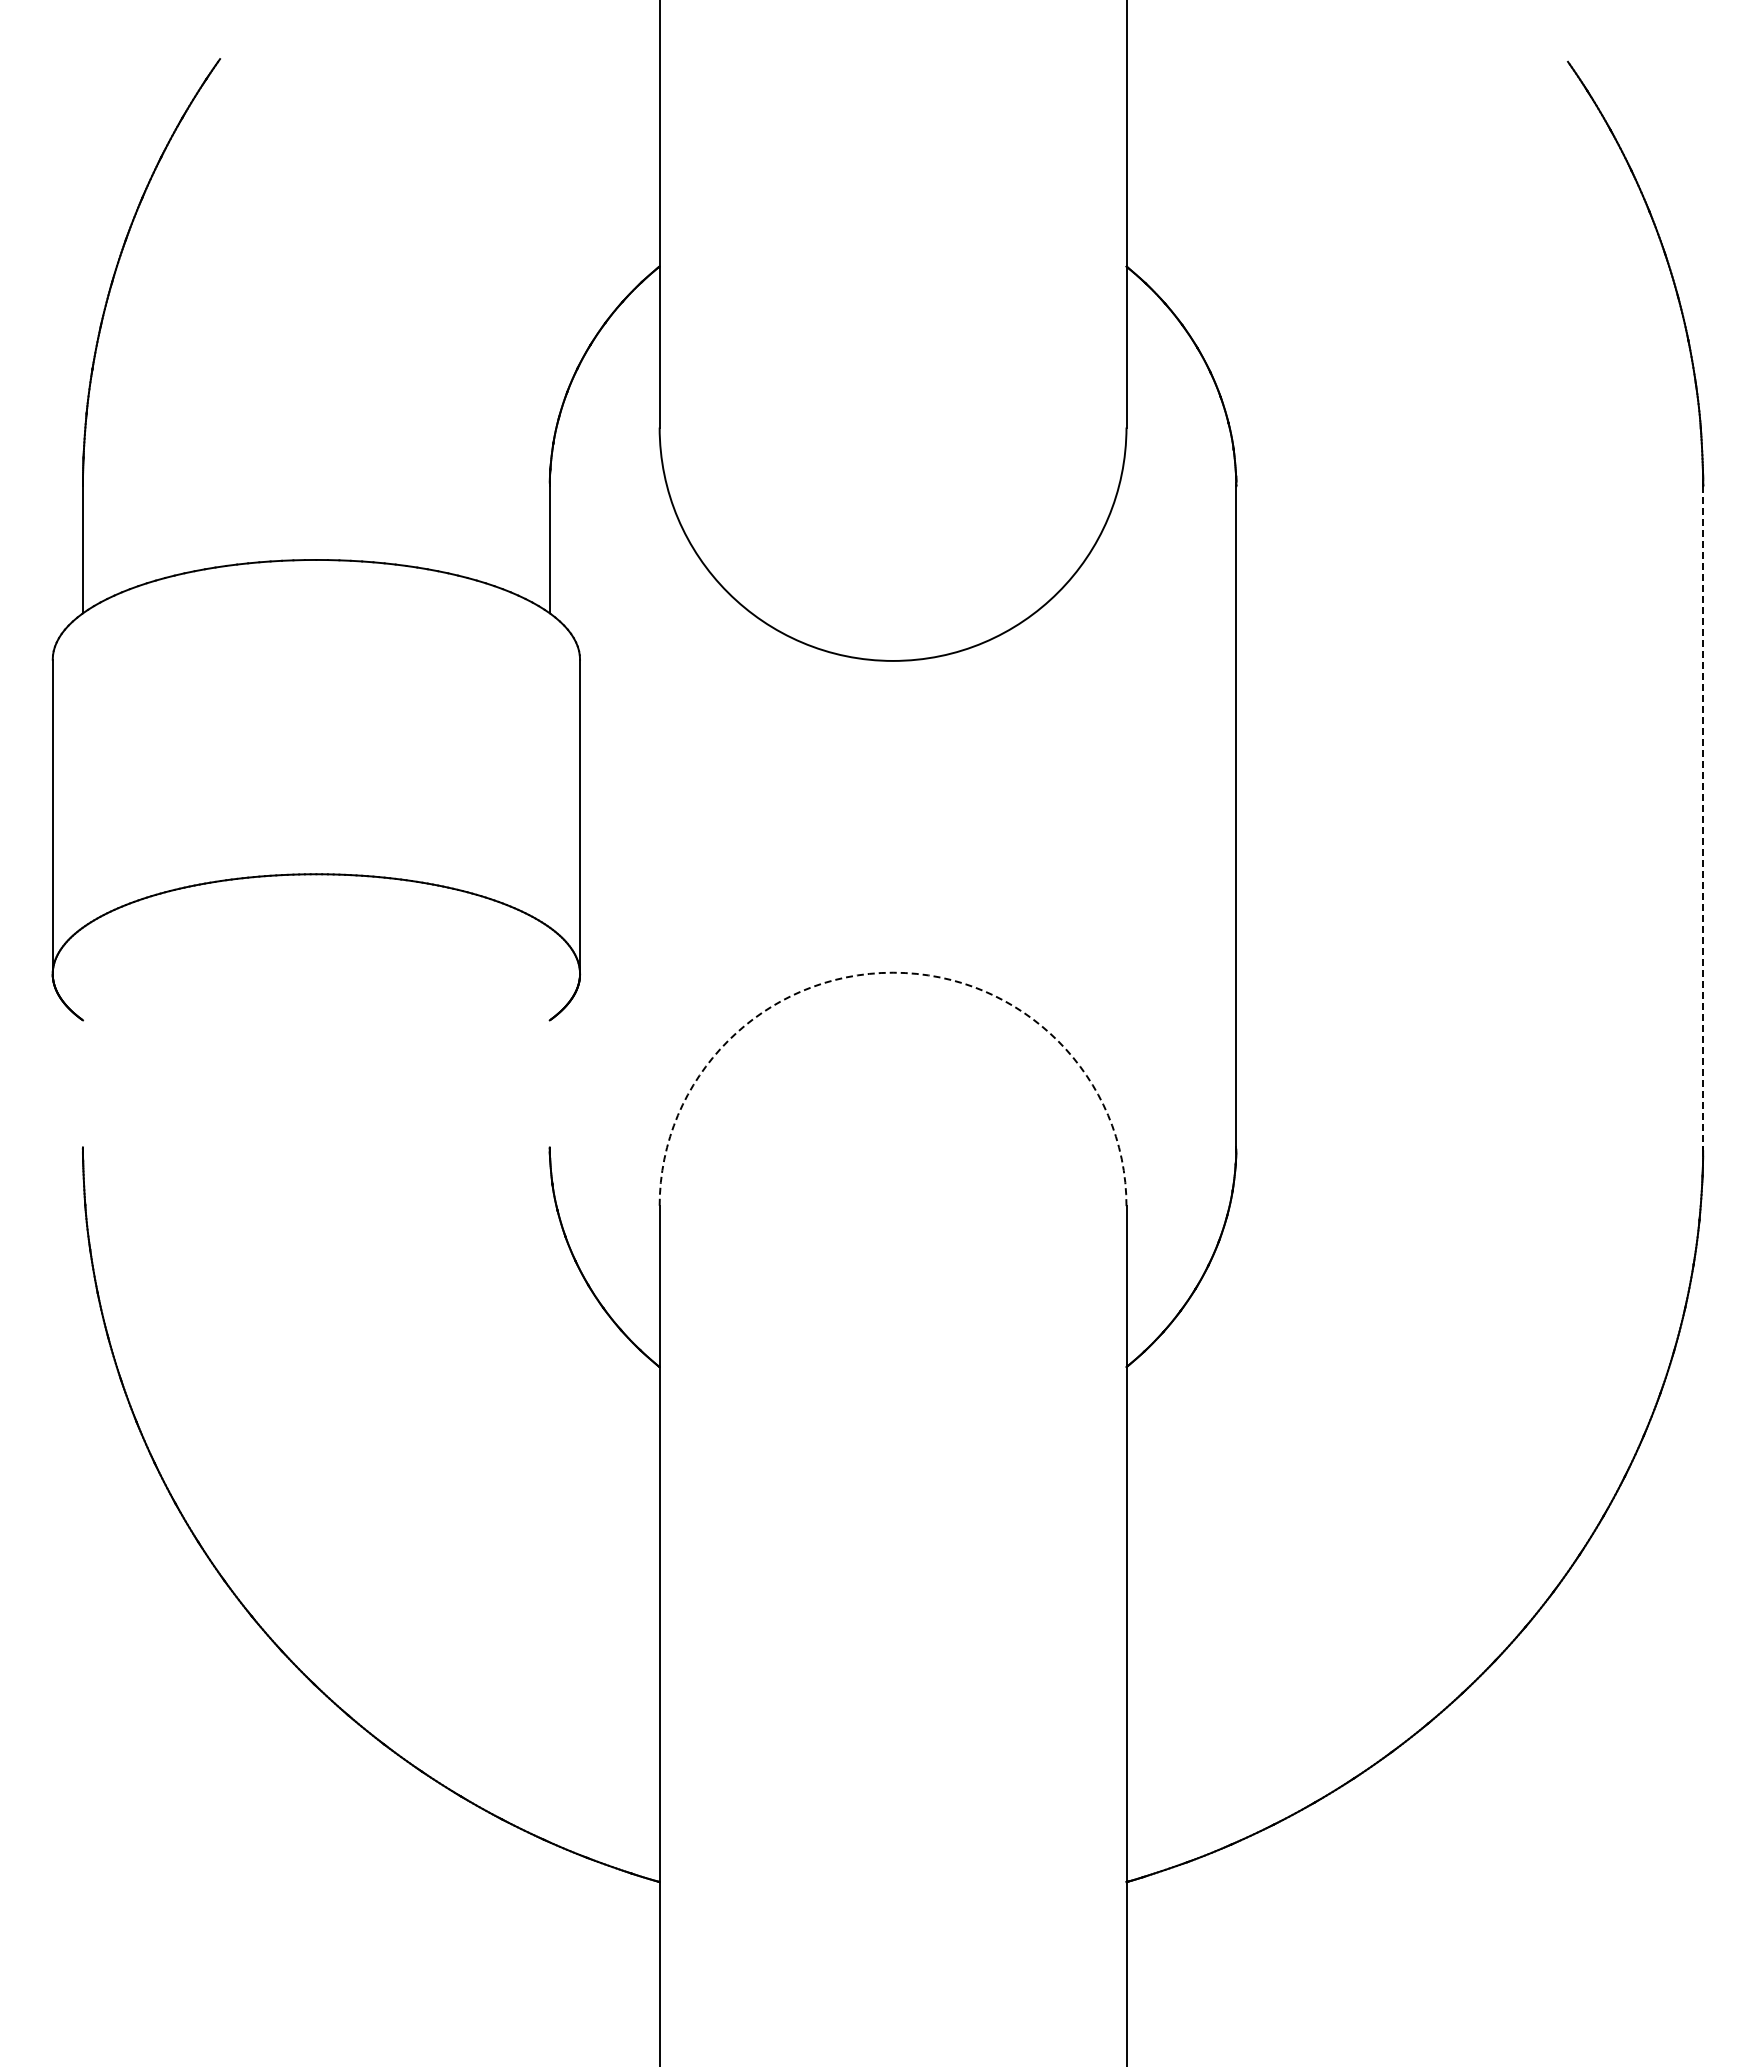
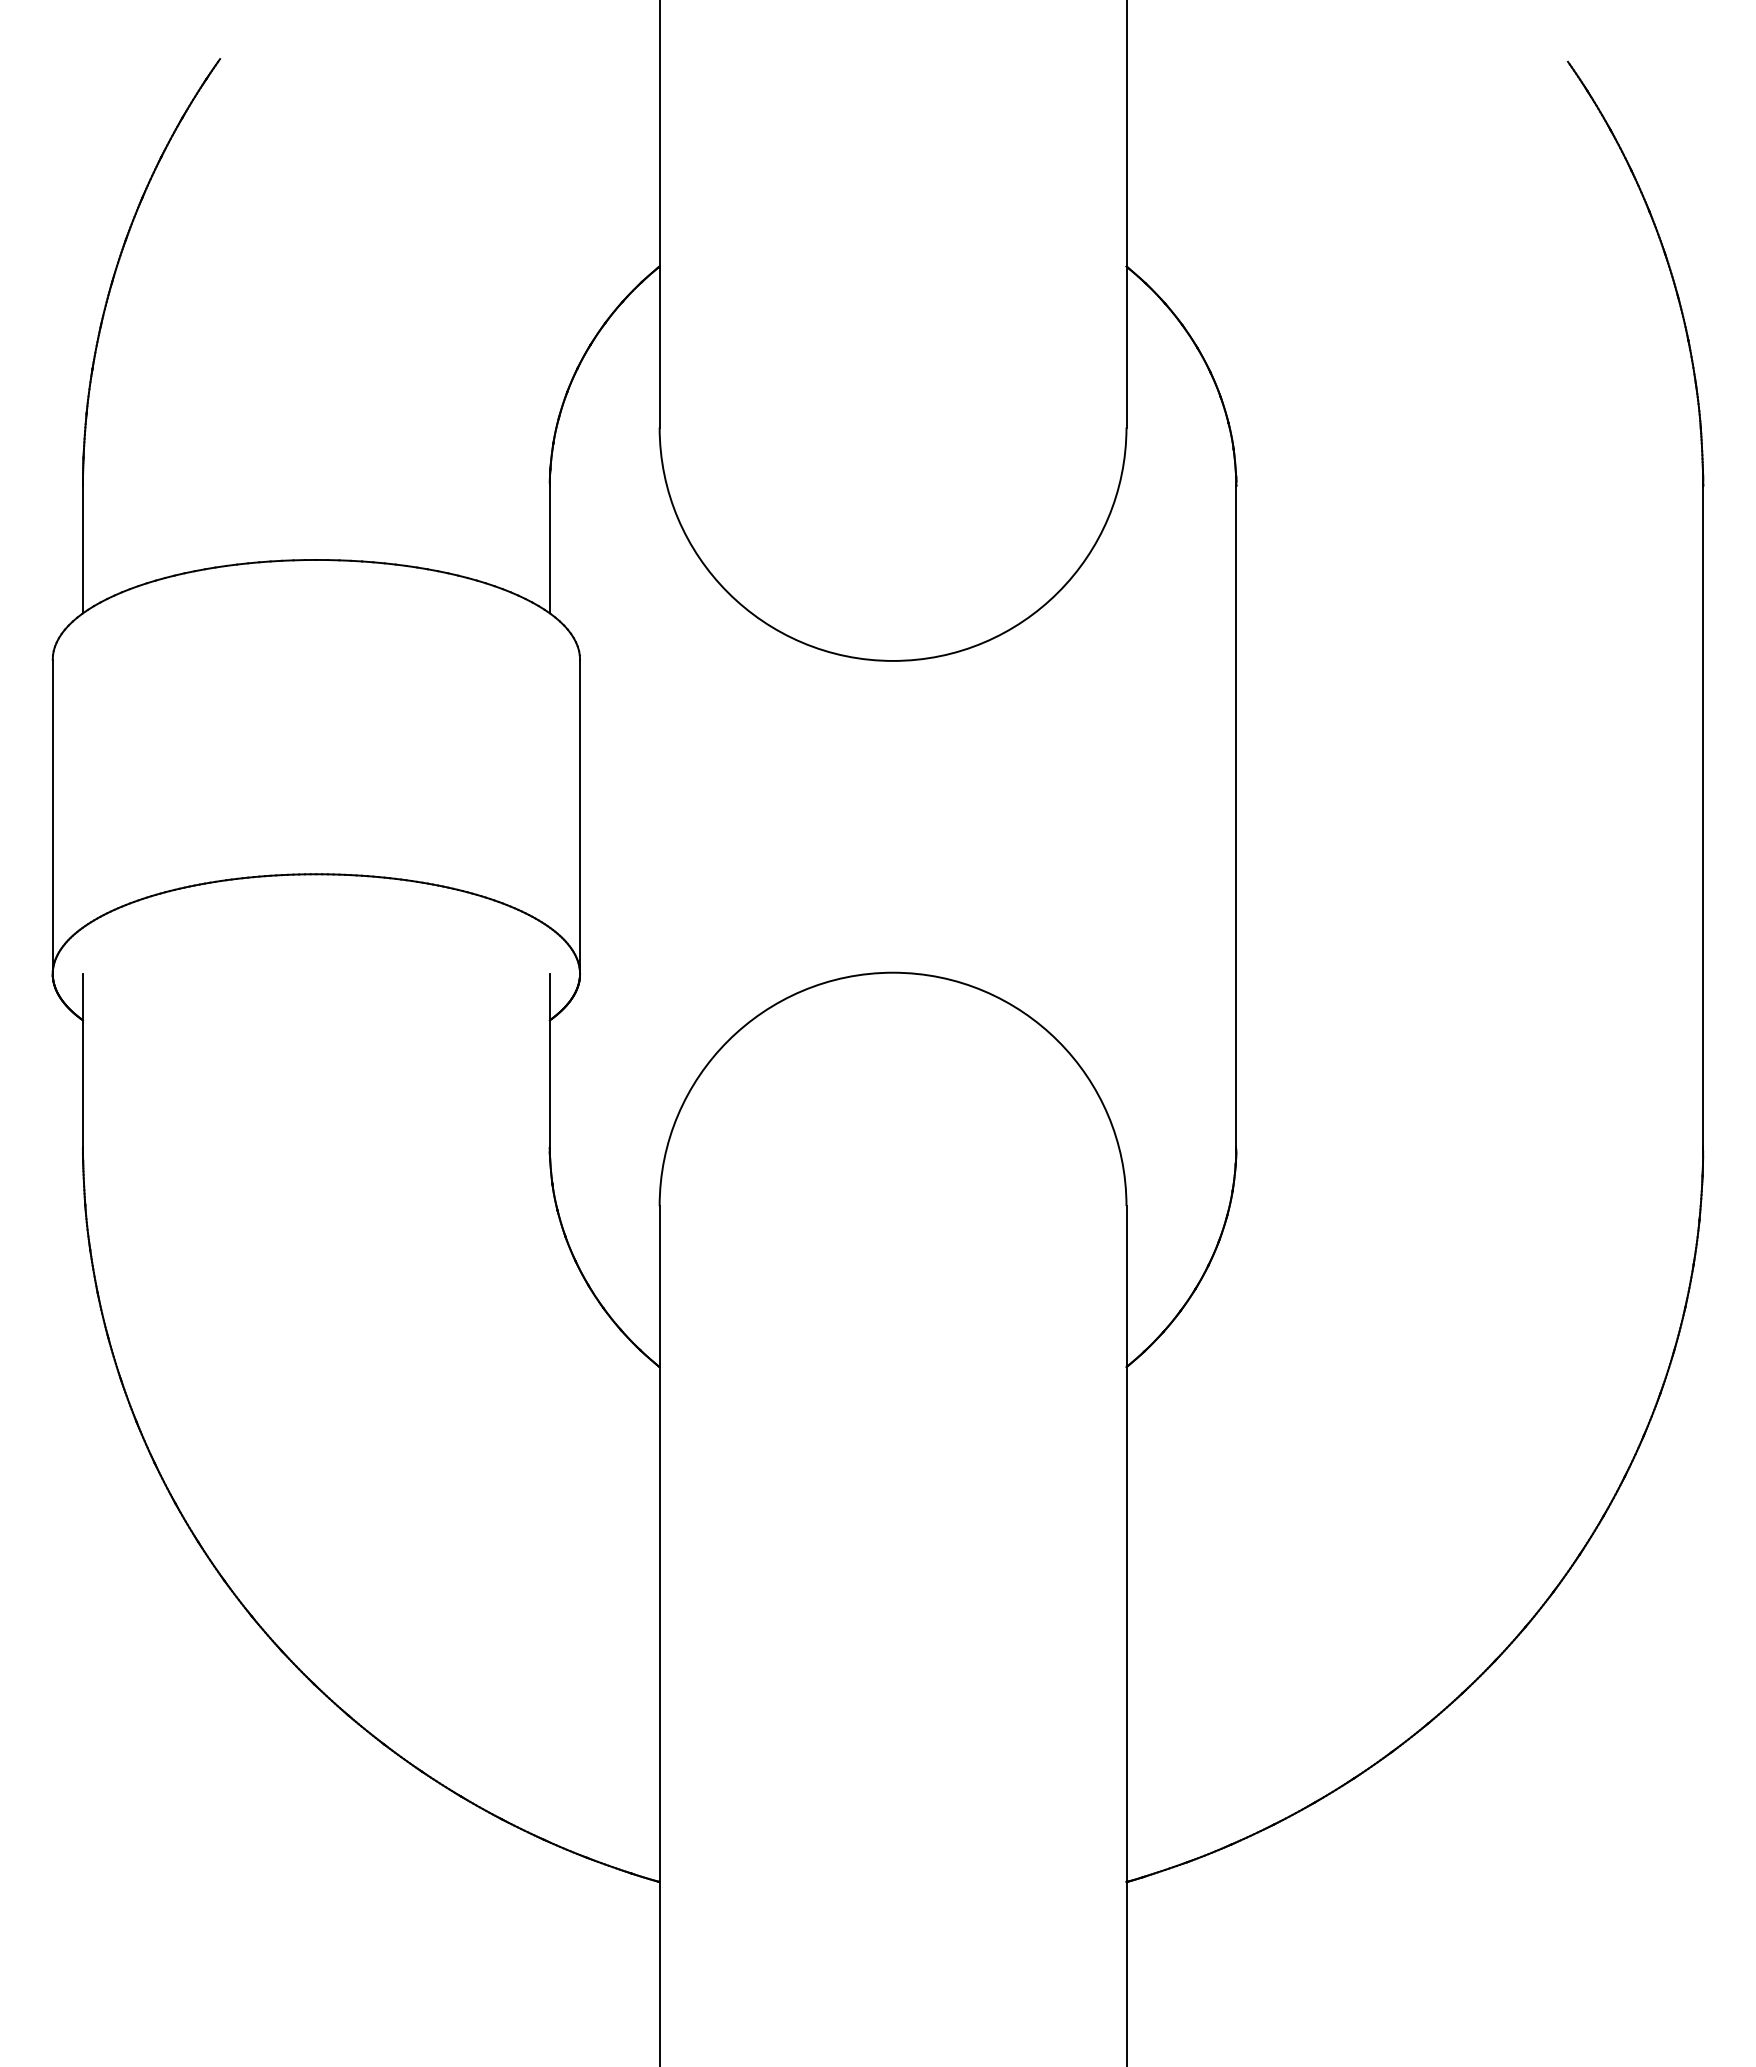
line at (1703, 816): dashed -> solid
arc at (893, 972): dashed -> solid
line at (82, 1060): none -> present
line at (549, 1060): none -> present
